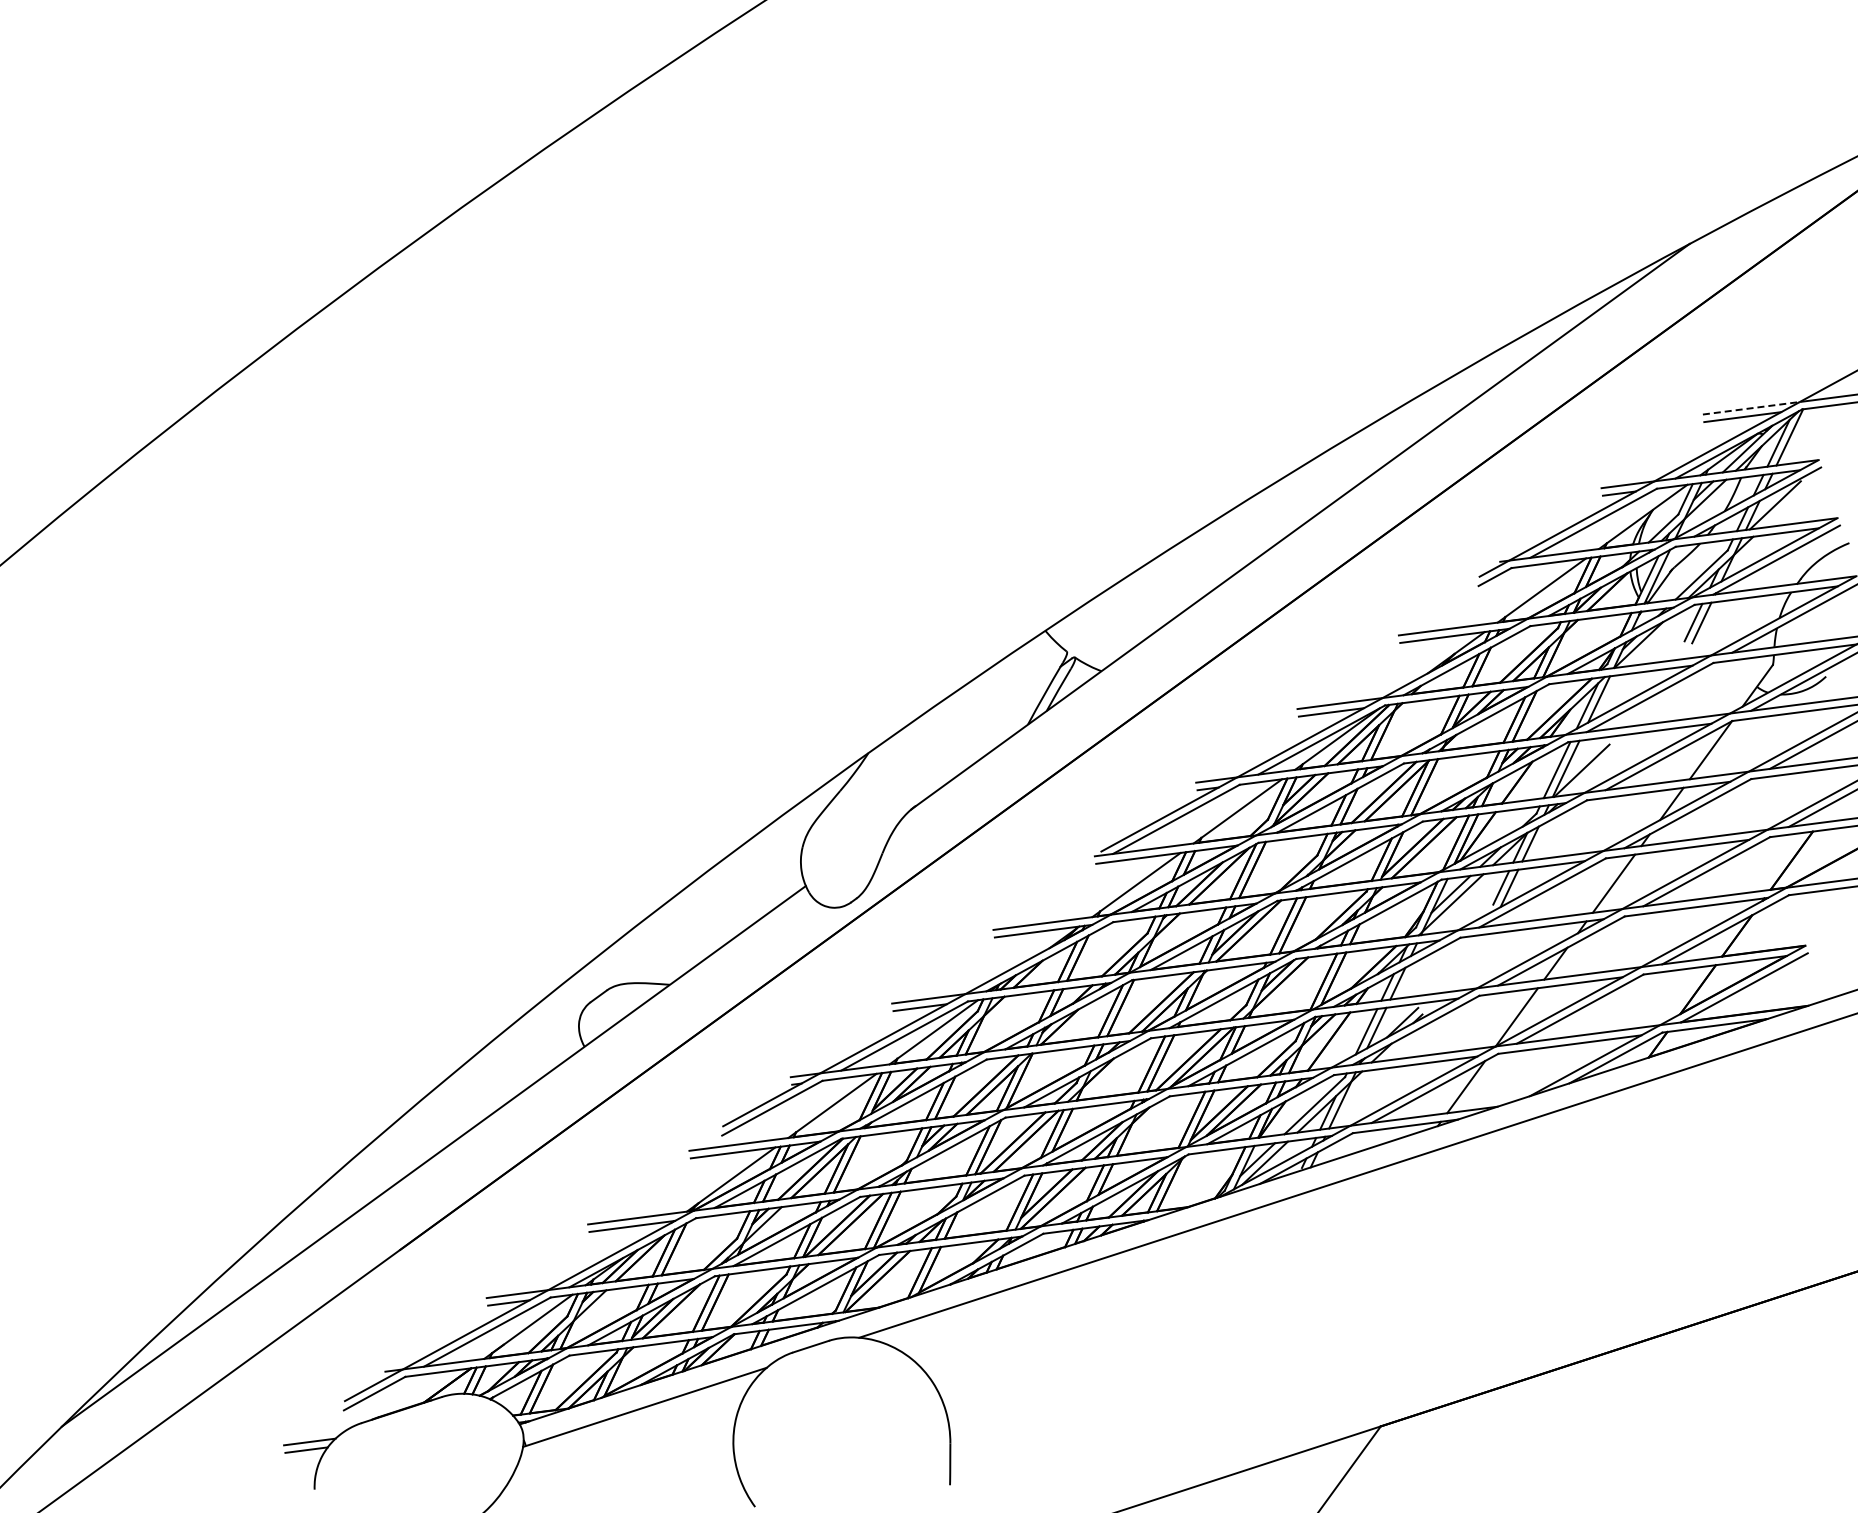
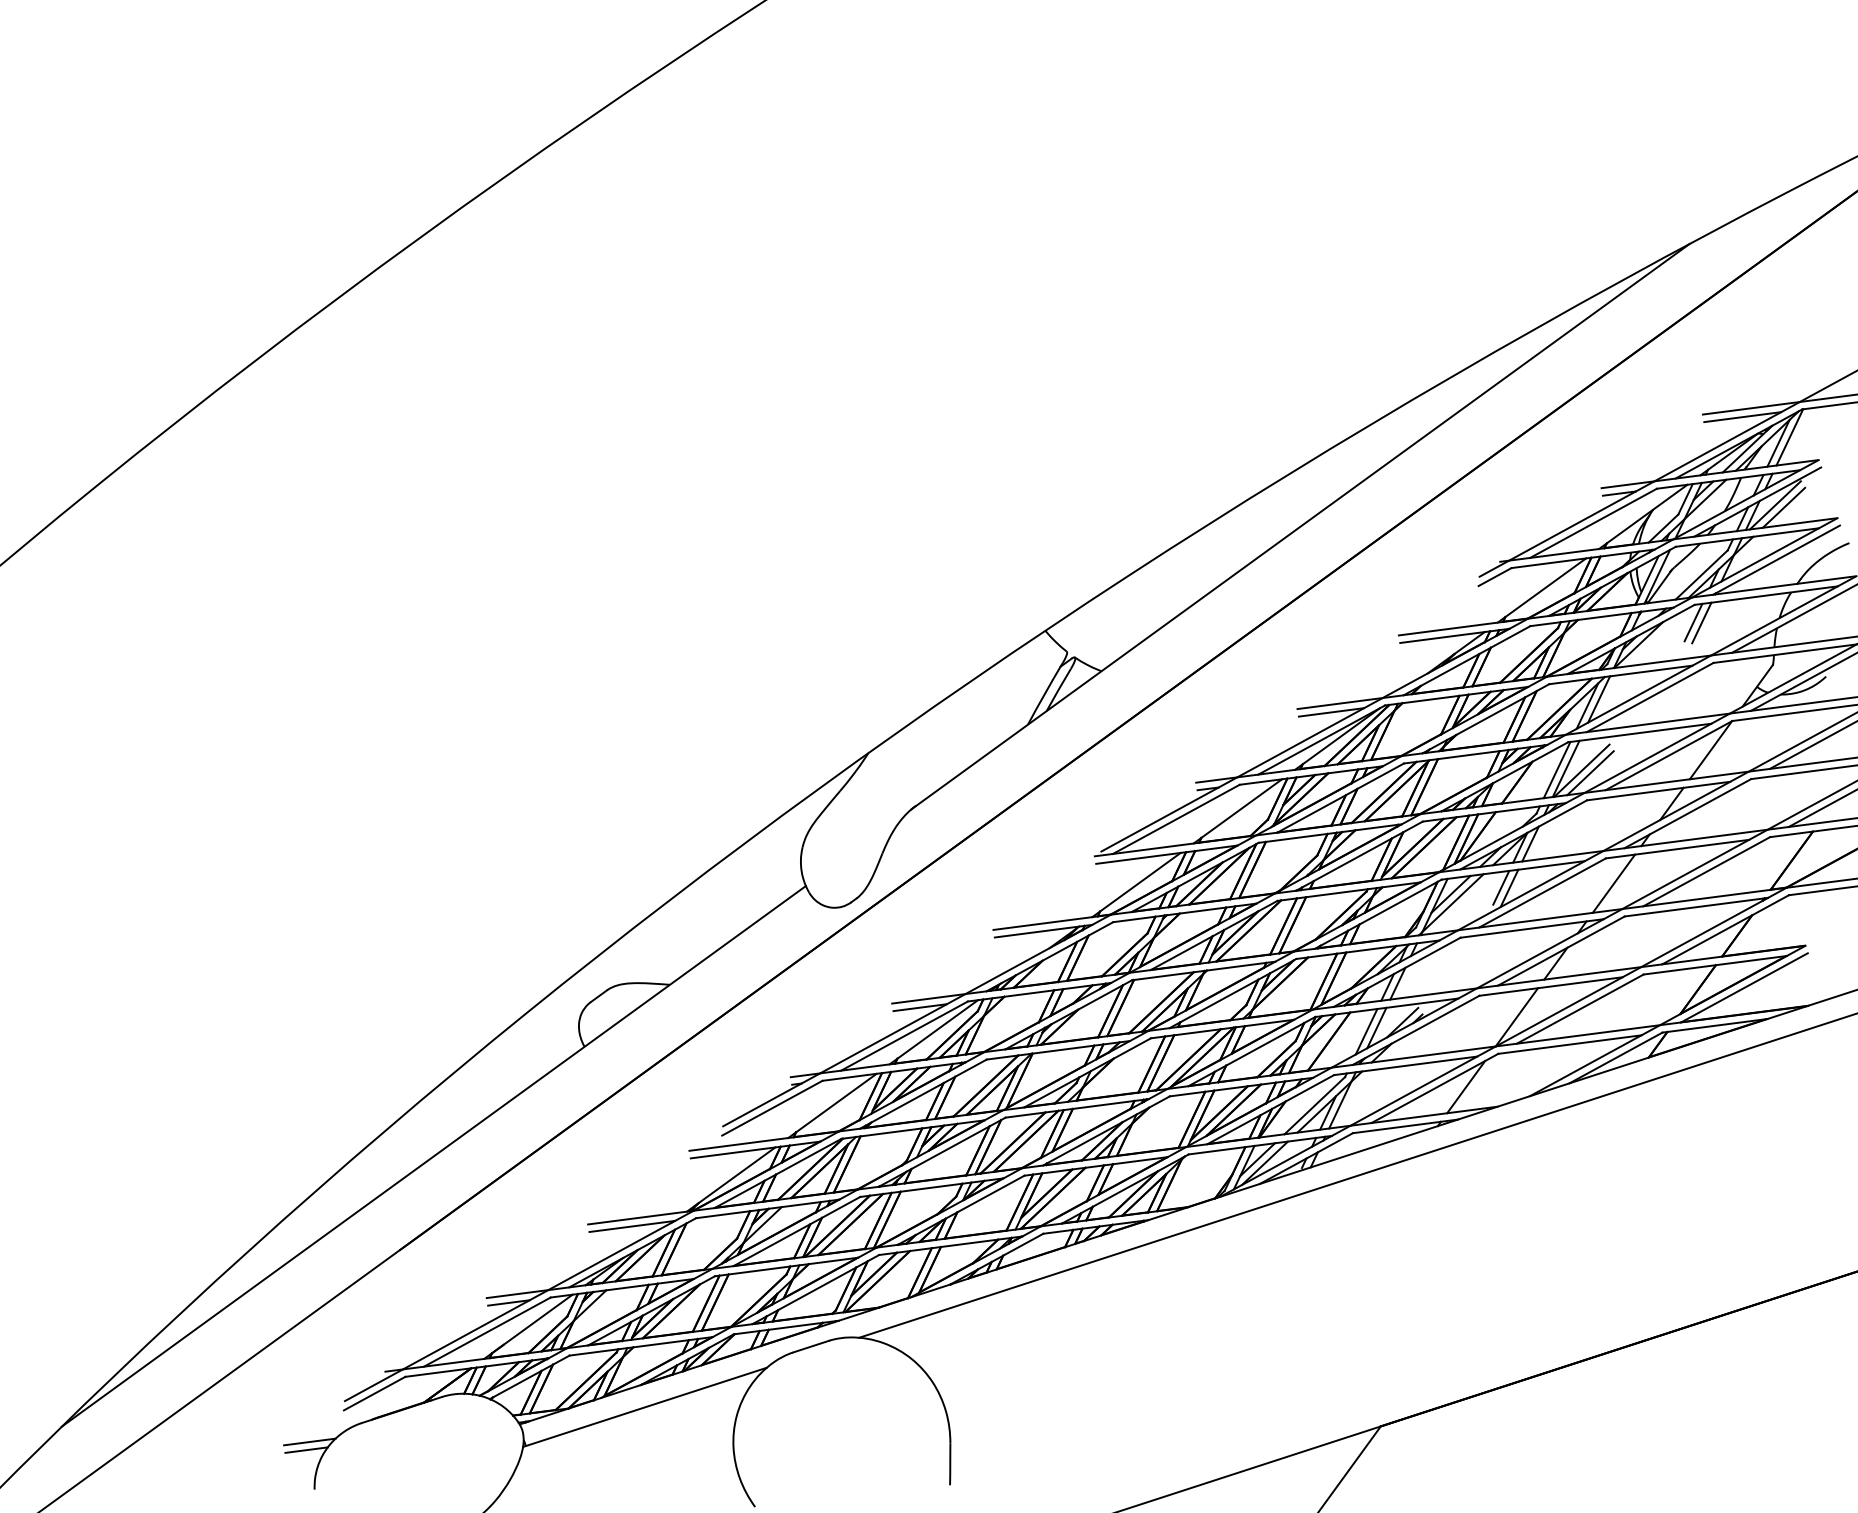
line at (1751, 408): dashed -> solid
line at (1783, 507): none -> present
line at (1590, 773): none -> present
